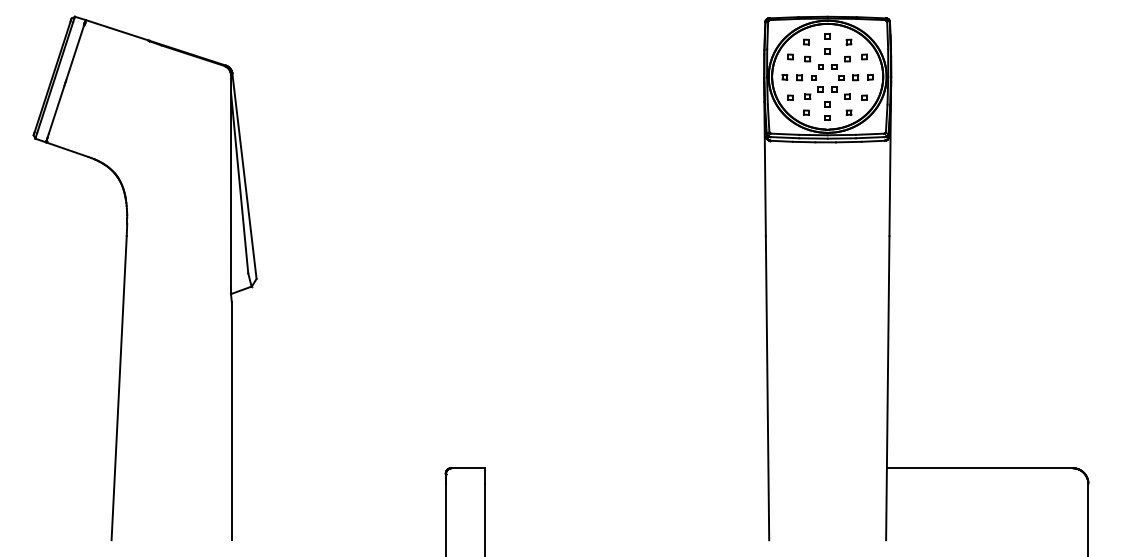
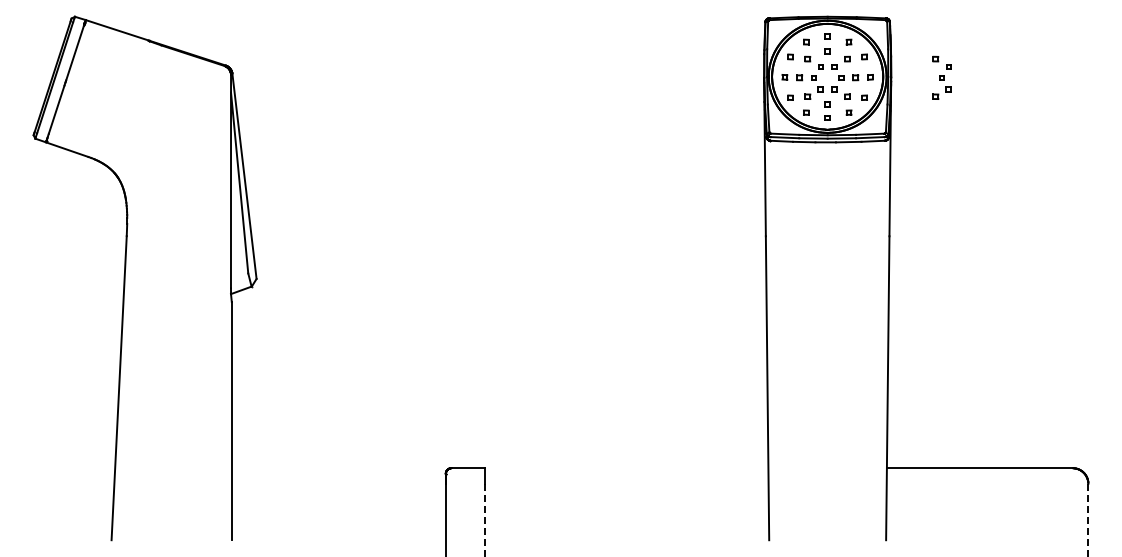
part at (941, 77): none -> present
line at (484, 520): solid -> dashed
line at (1088, 520): solid -> dashed
